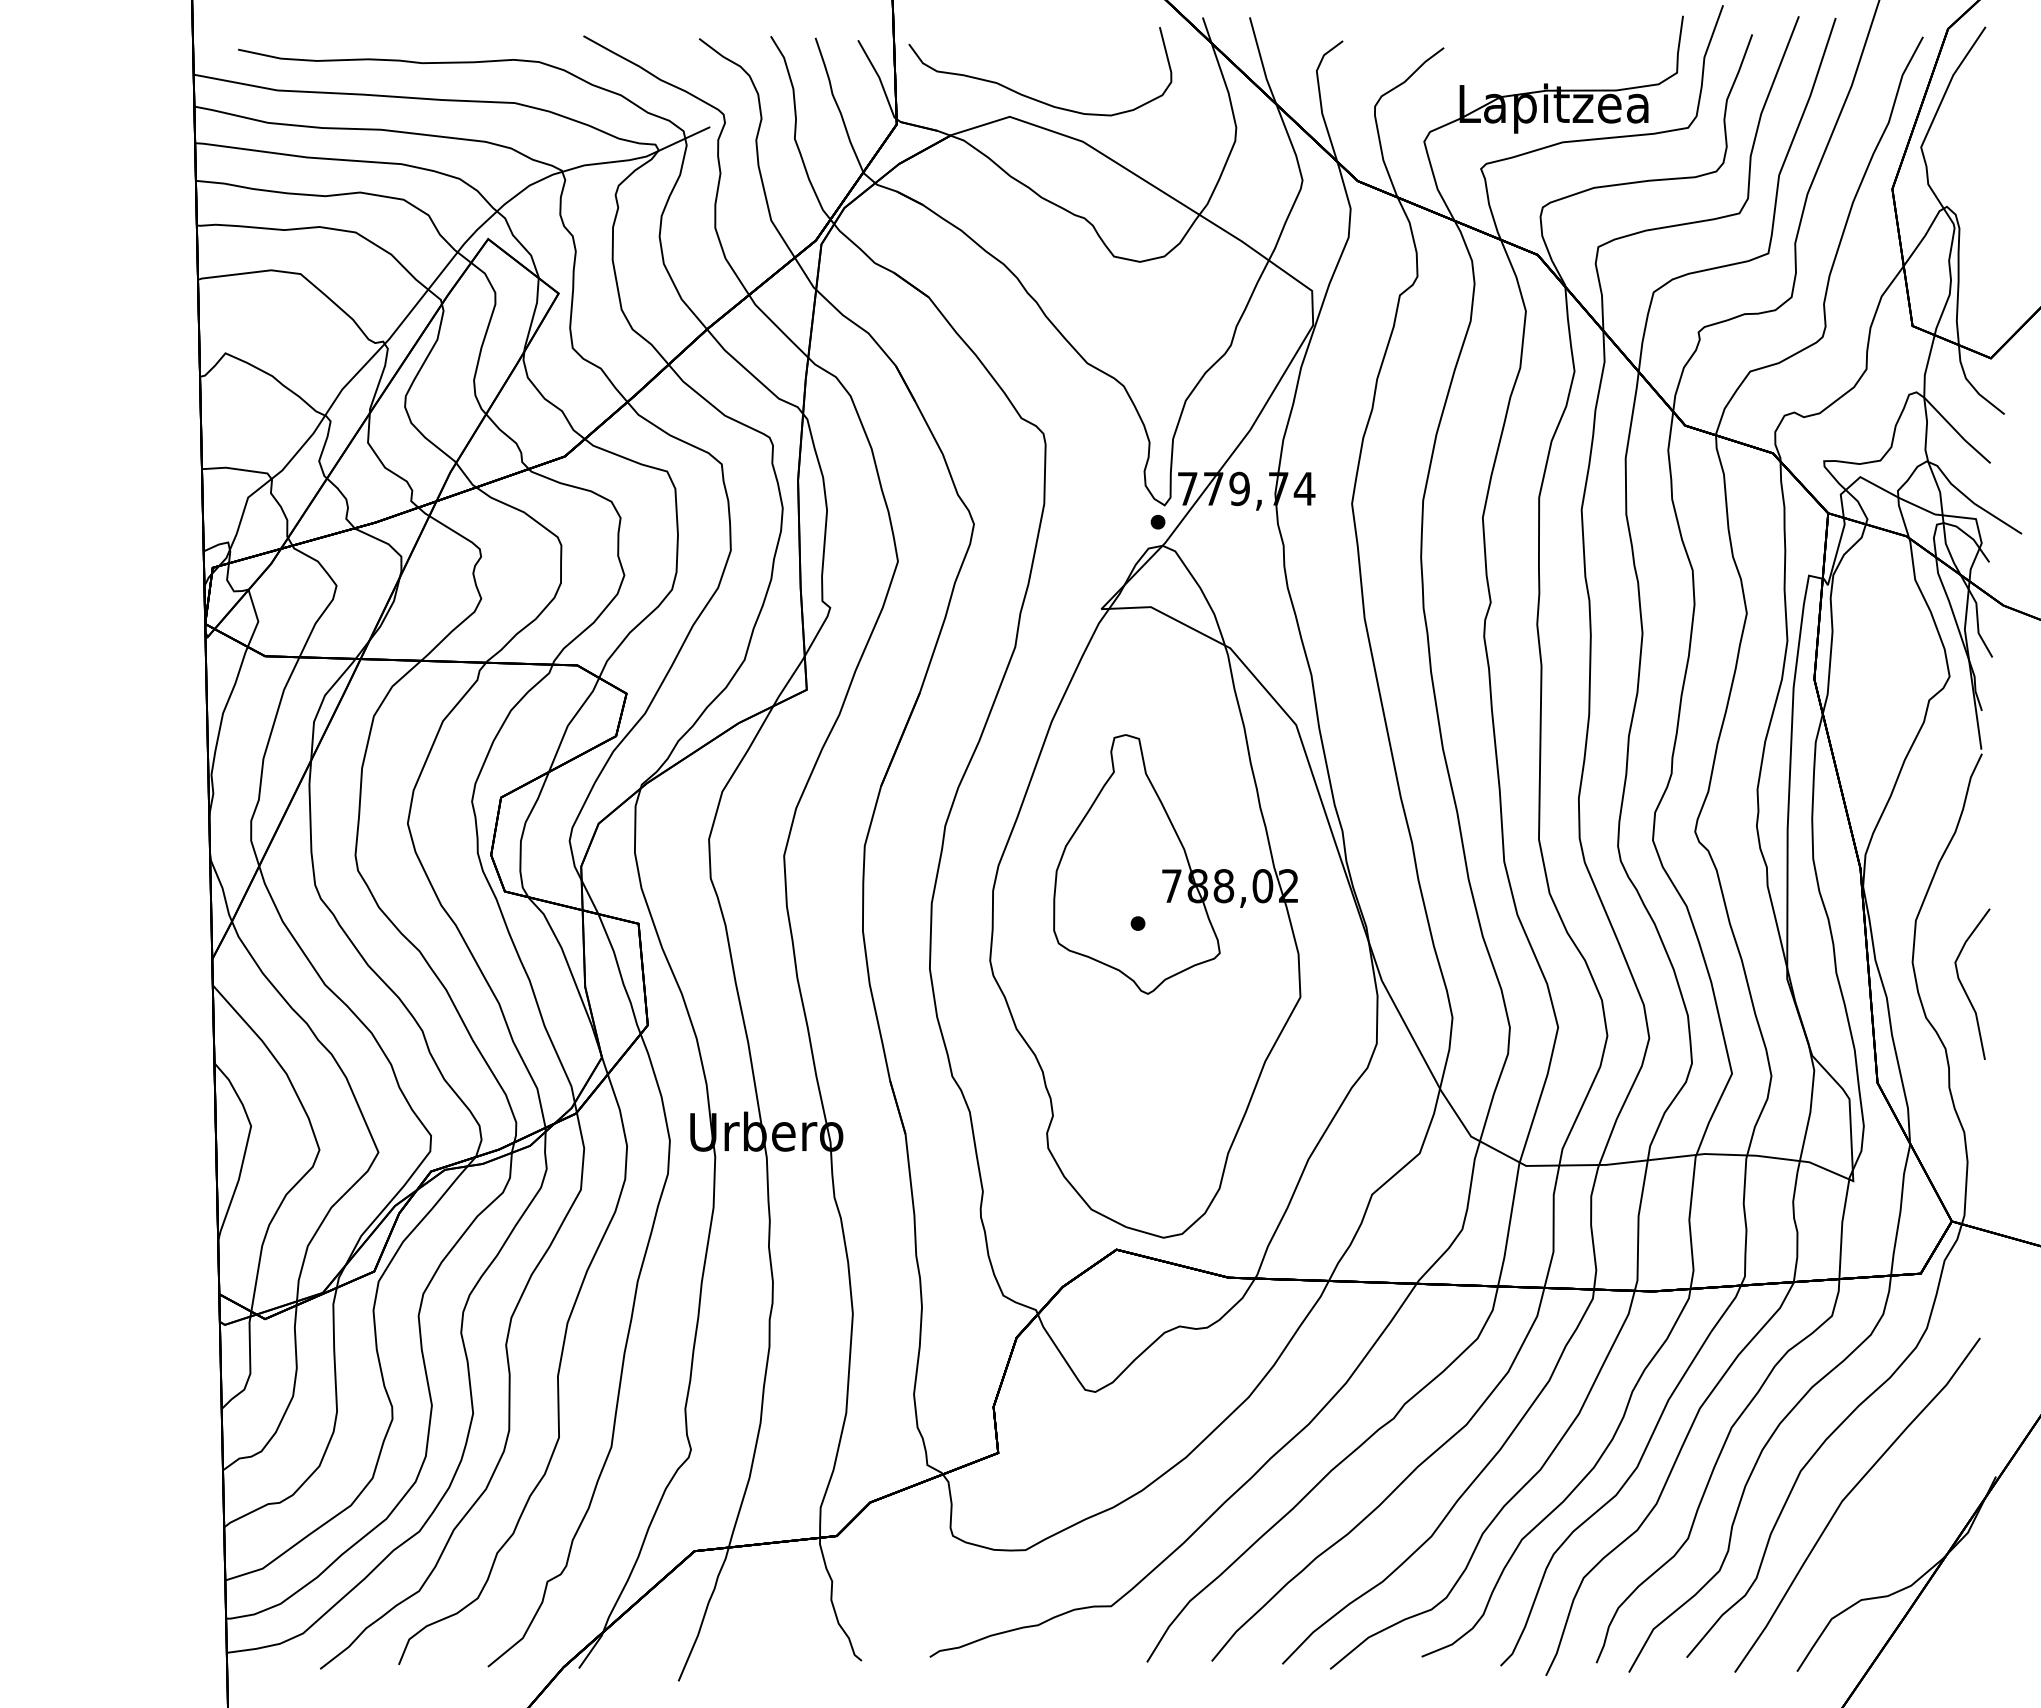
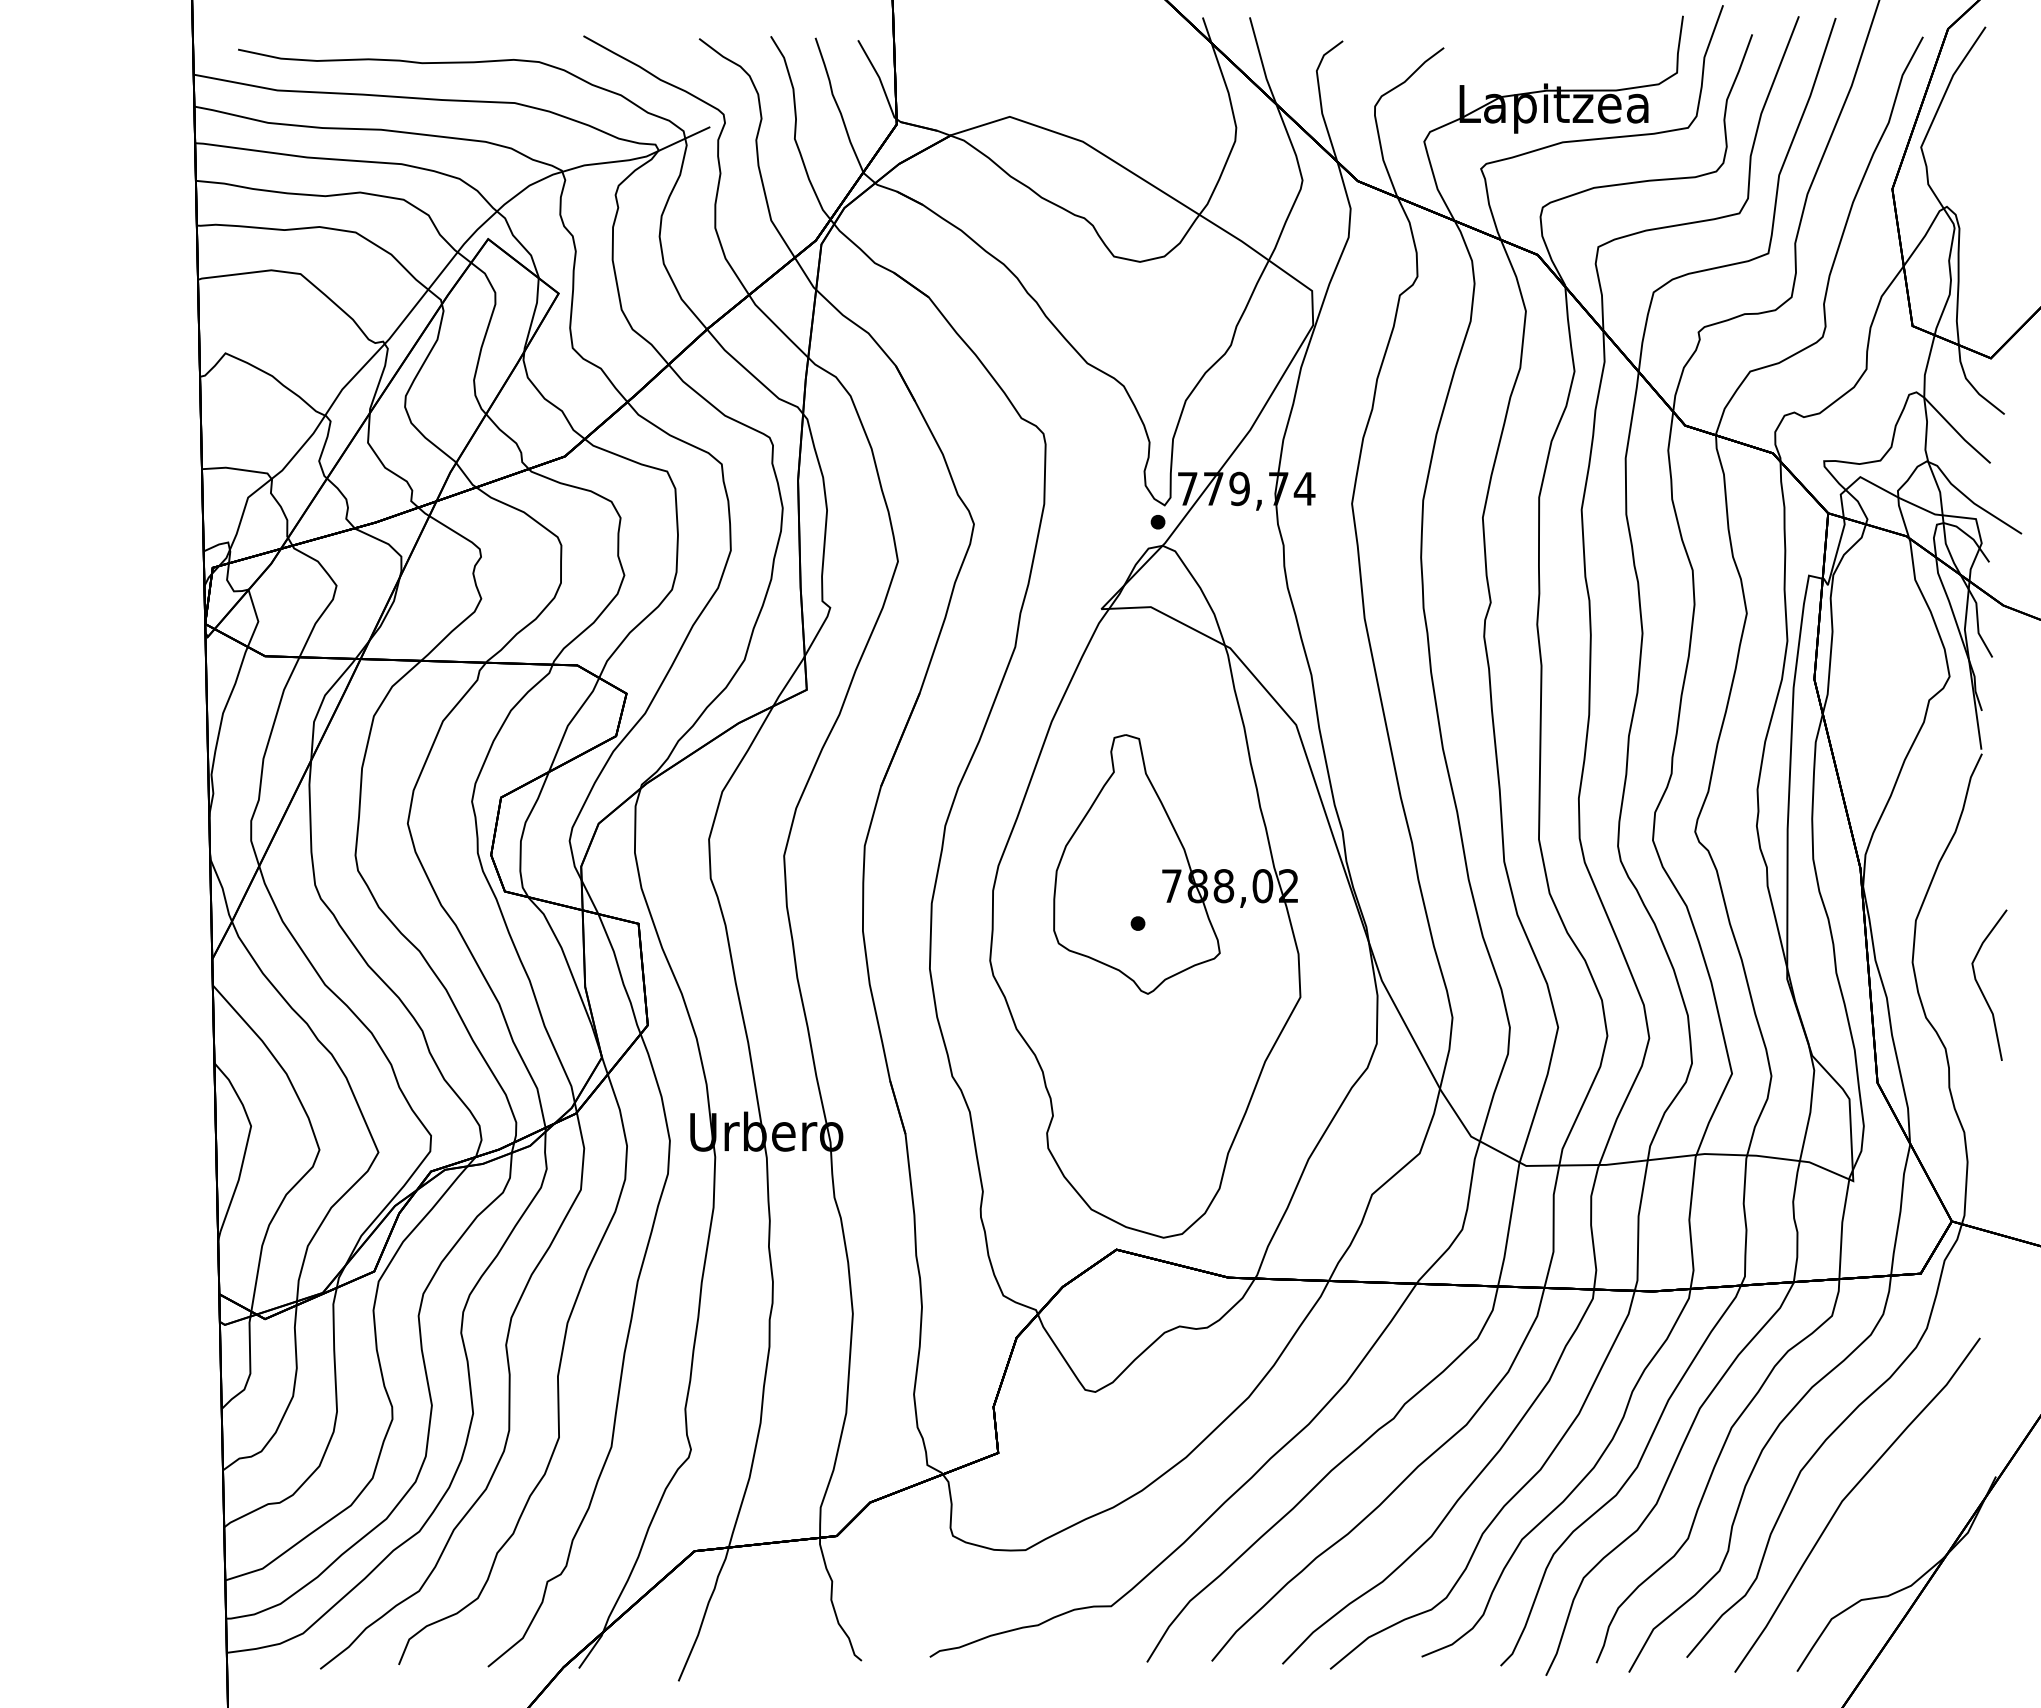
curve at (1032, 97): present -> none
curve at (1964, 987) position: (1964, 987) -> (1981, 988)
